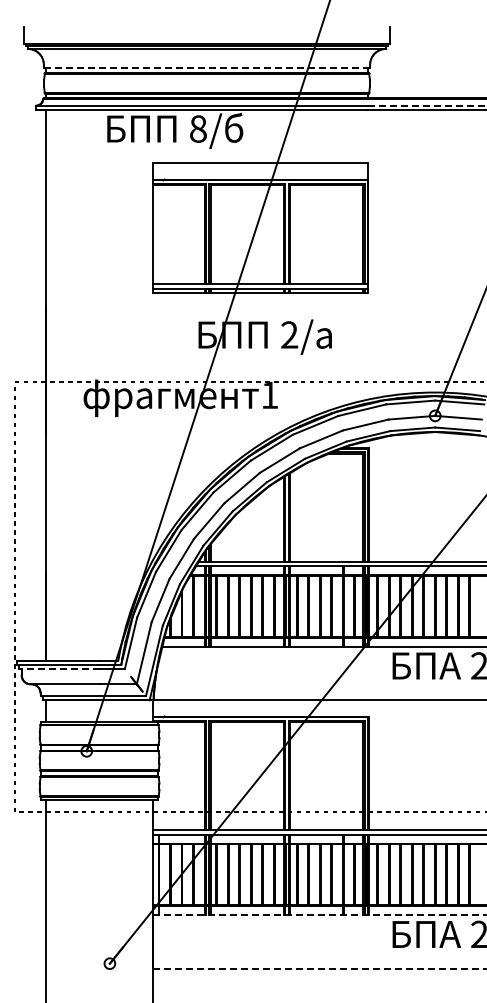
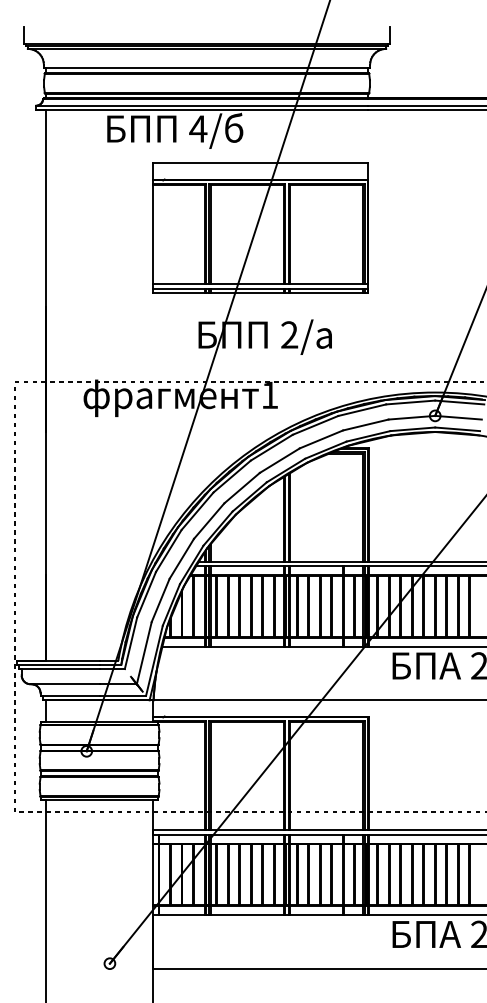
line at (206, 67): dashed -> solid
line at (427, 105): dashed -> solid
text at (198, 128): 8/ -> 4/
line at (58, 669): dashed -> solid
line at (320, 915): dashed -> solid
line at (320, 968): dashed -> solid
